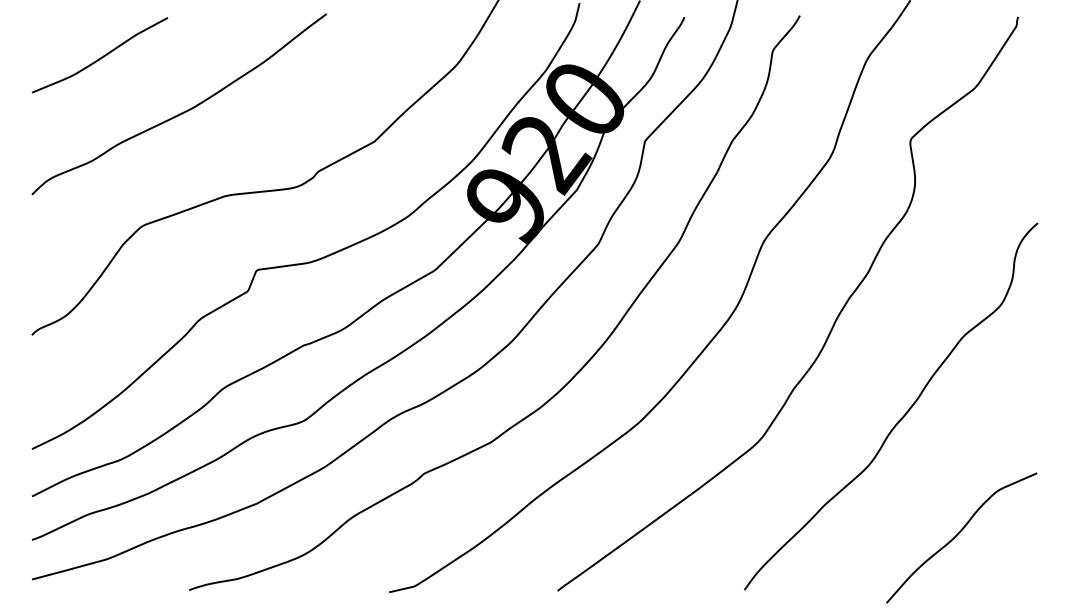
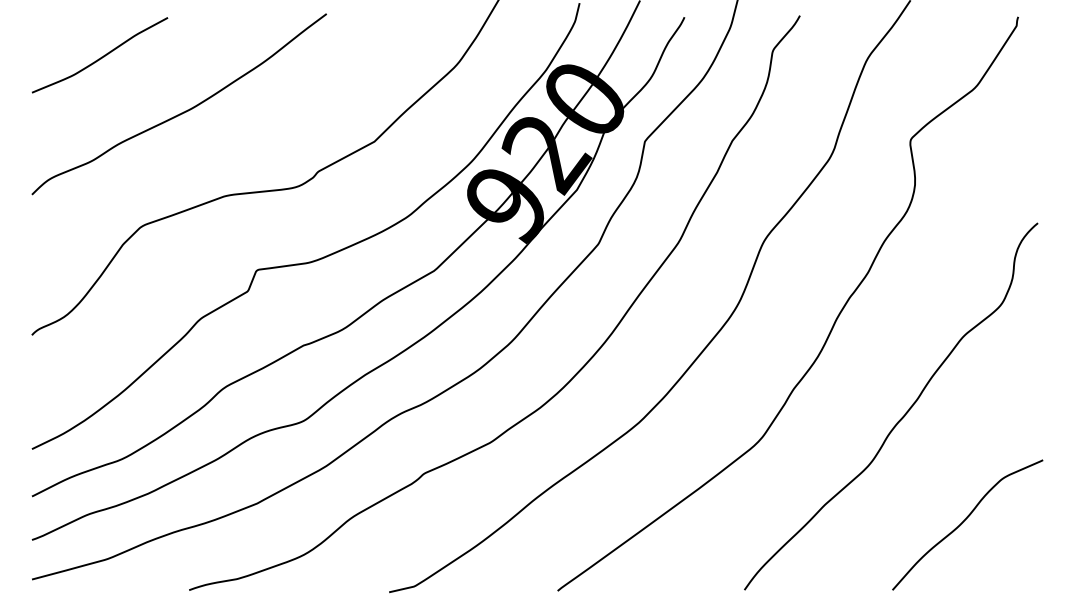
curve at (958, 534) position: (958, 534) -> (964, 521)
